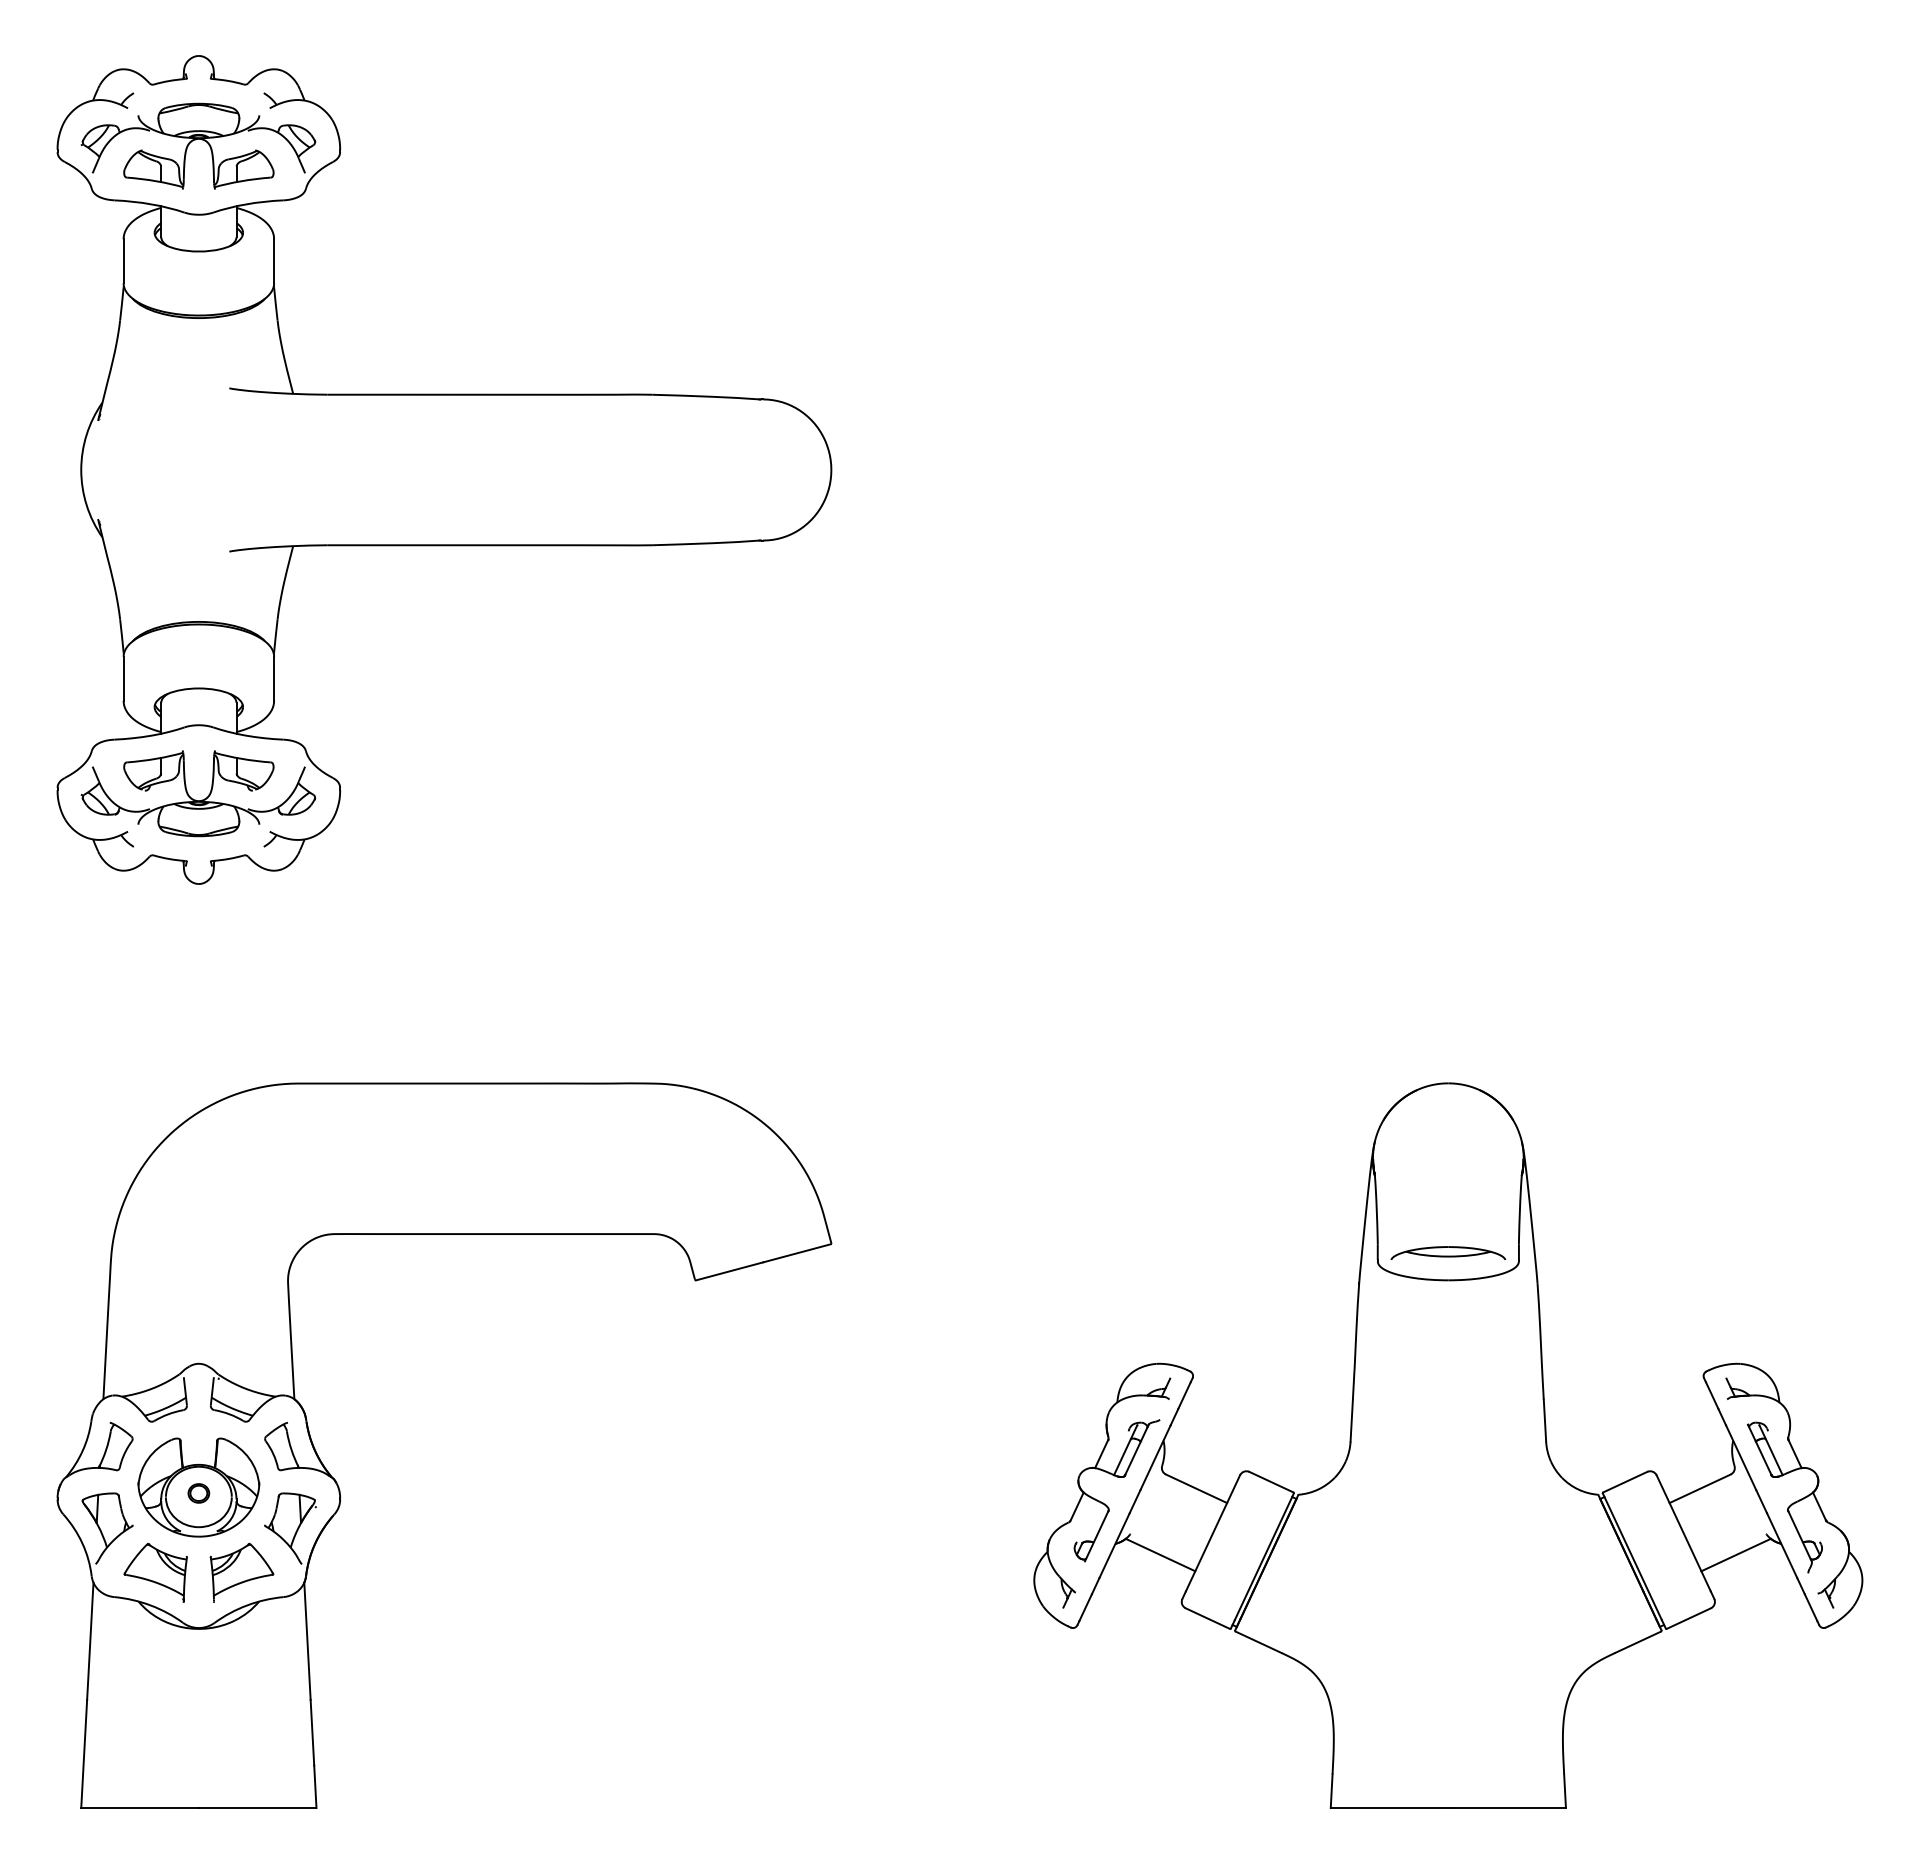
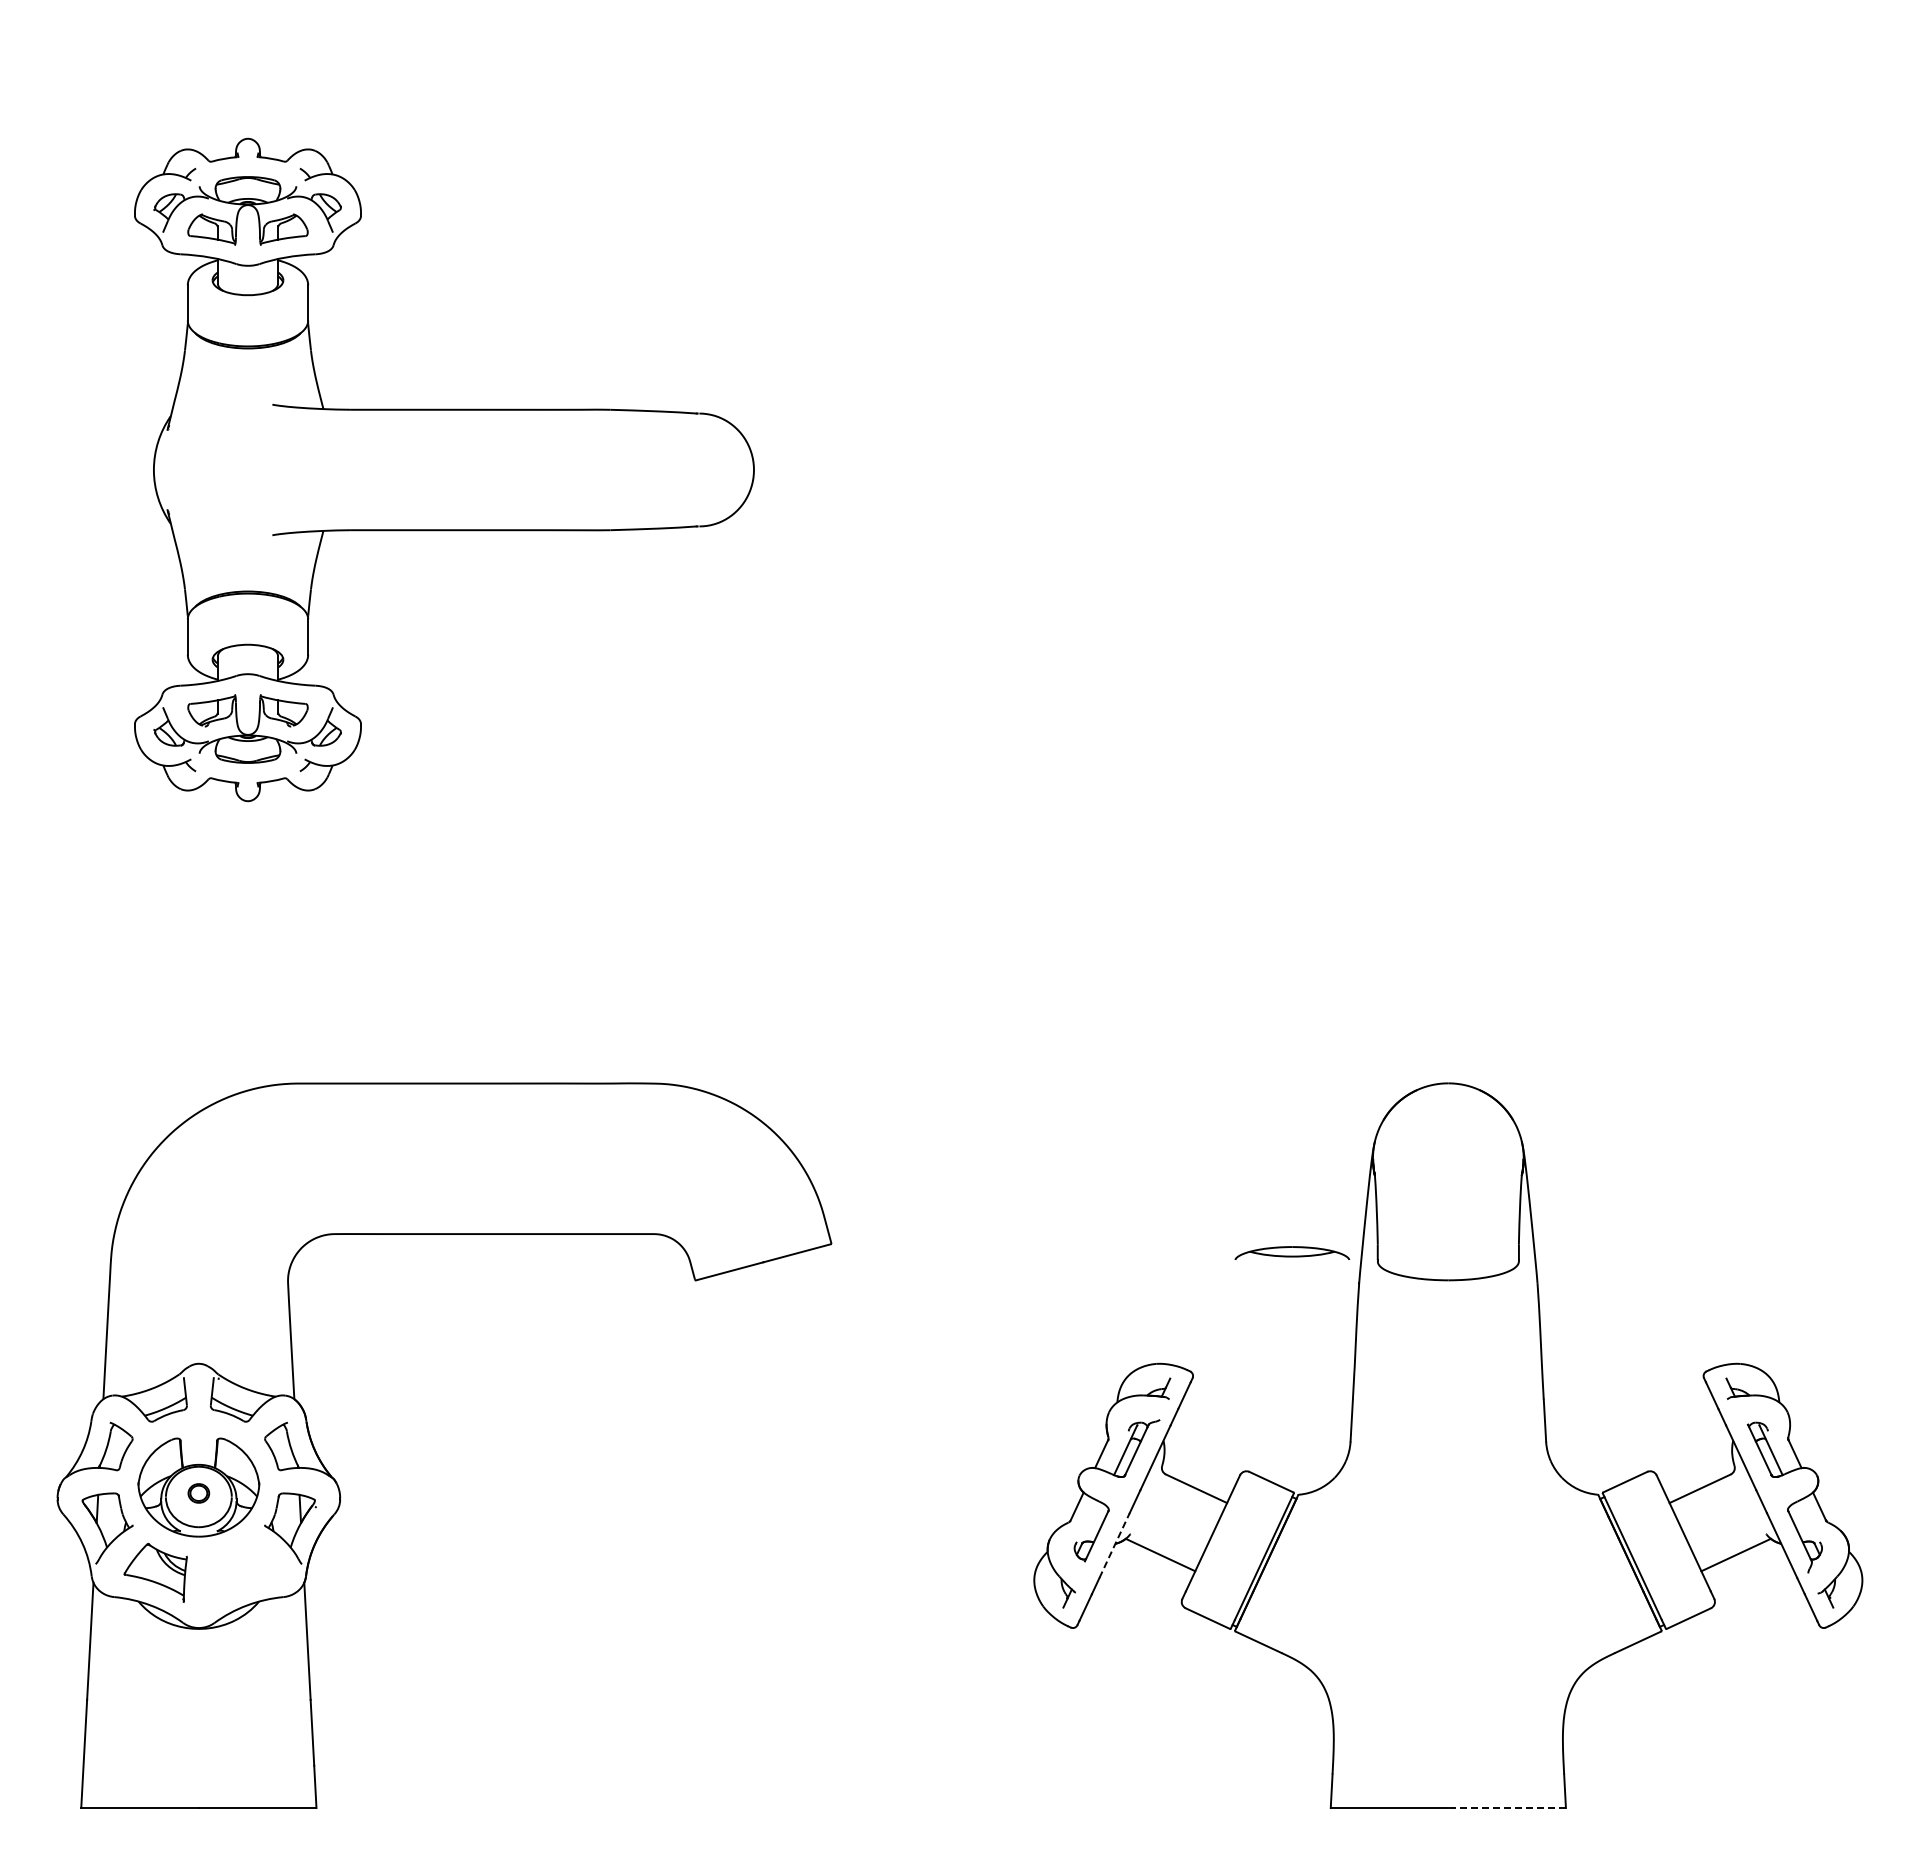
part at (444, 469) size: 777x830 px -> 621x666 px
part at (1448, 1252) position: (1448, 1252) -> (1292, 1252)
line at (1114, 1545): solid -> dashed
part at (241, 1572): present -> none
line at (1507, 1808): solid -> dashed
